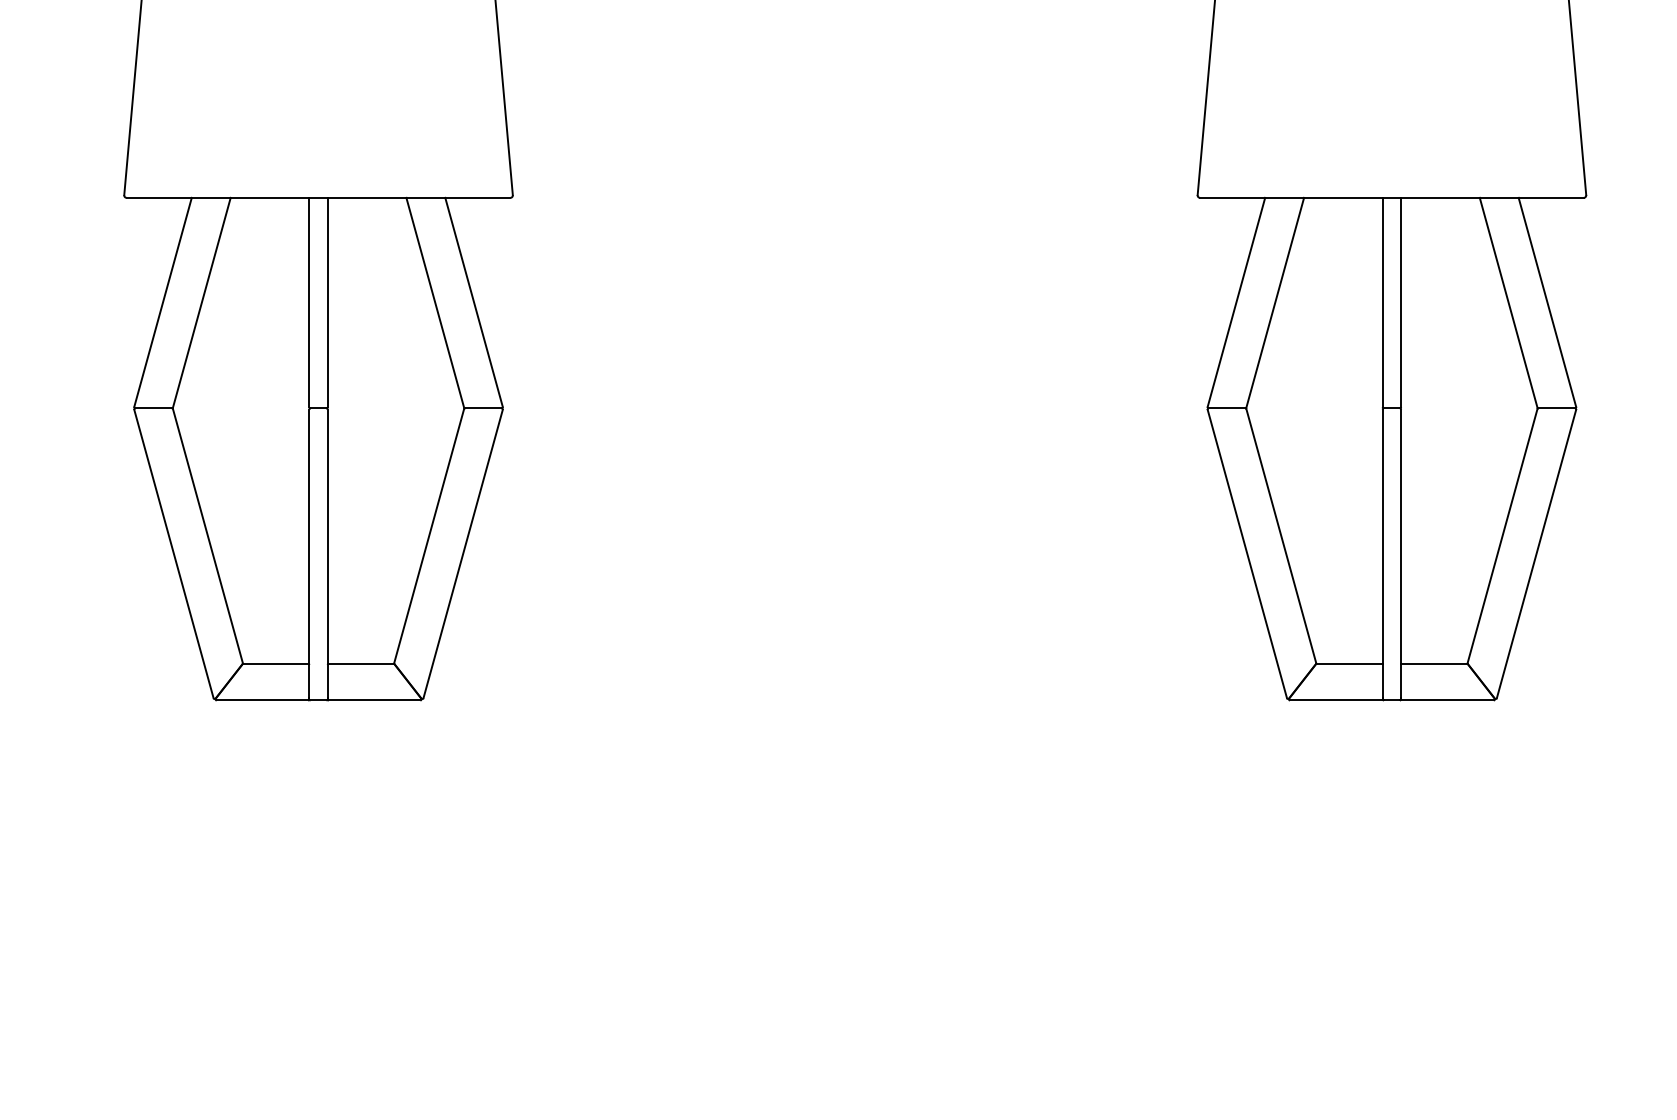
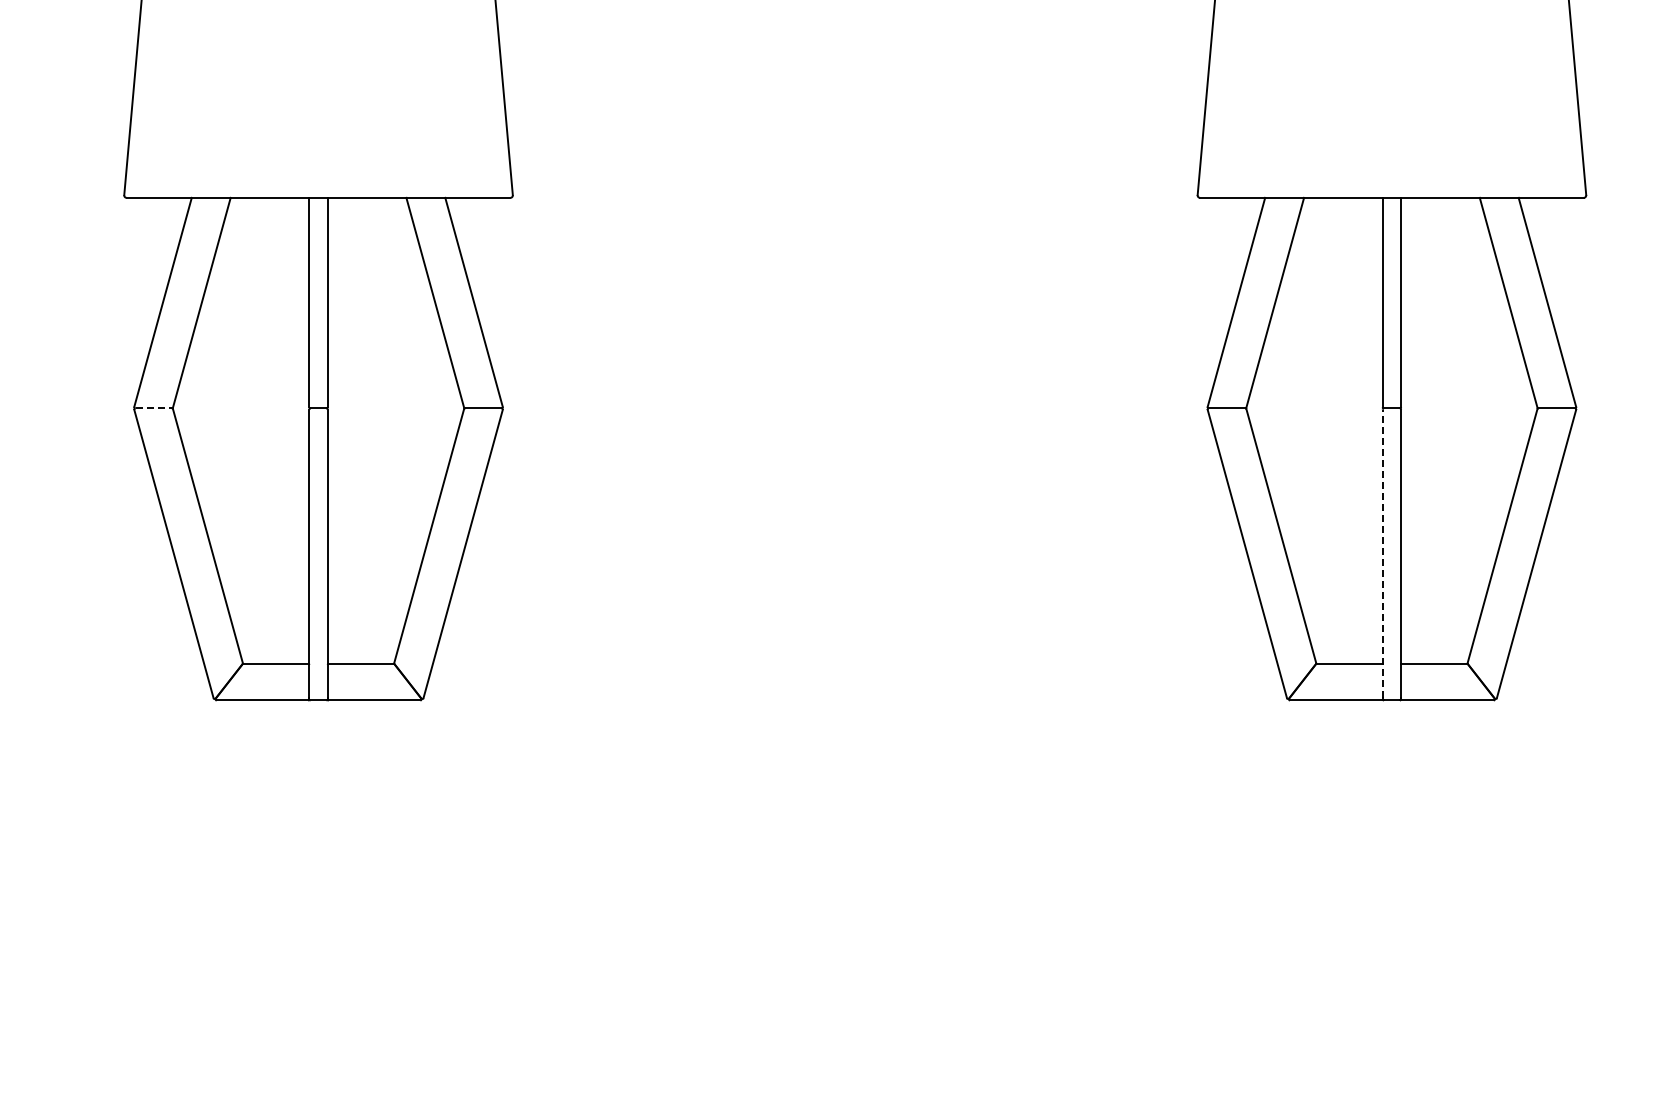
line at (154, 408): solid -> dashed
line at (1382, 553): solid -> dashed
